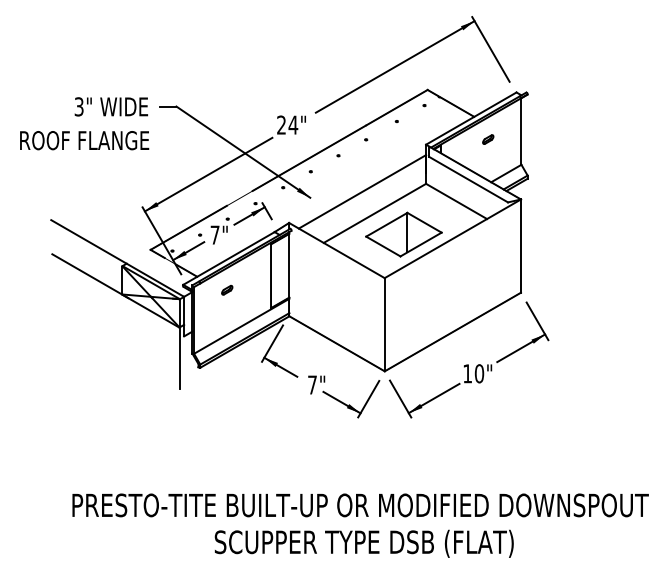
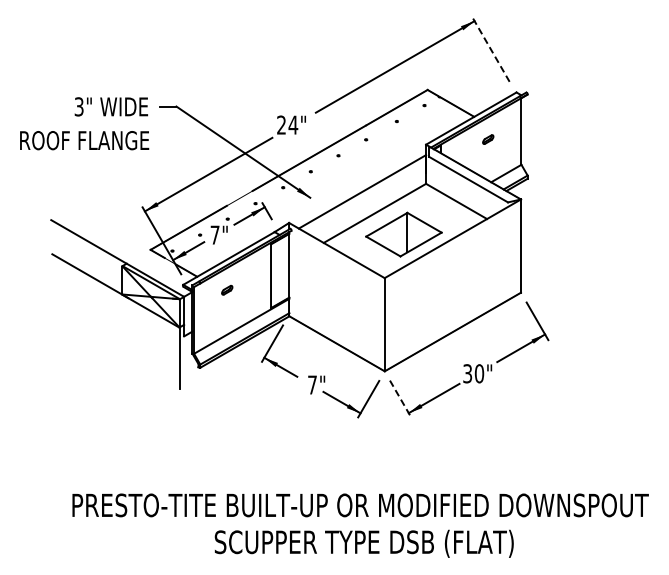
line at (490, 49): solid -> dashed
text at (467, 373): 10" -> 30"
line at (400, 399): solid -> dashed
